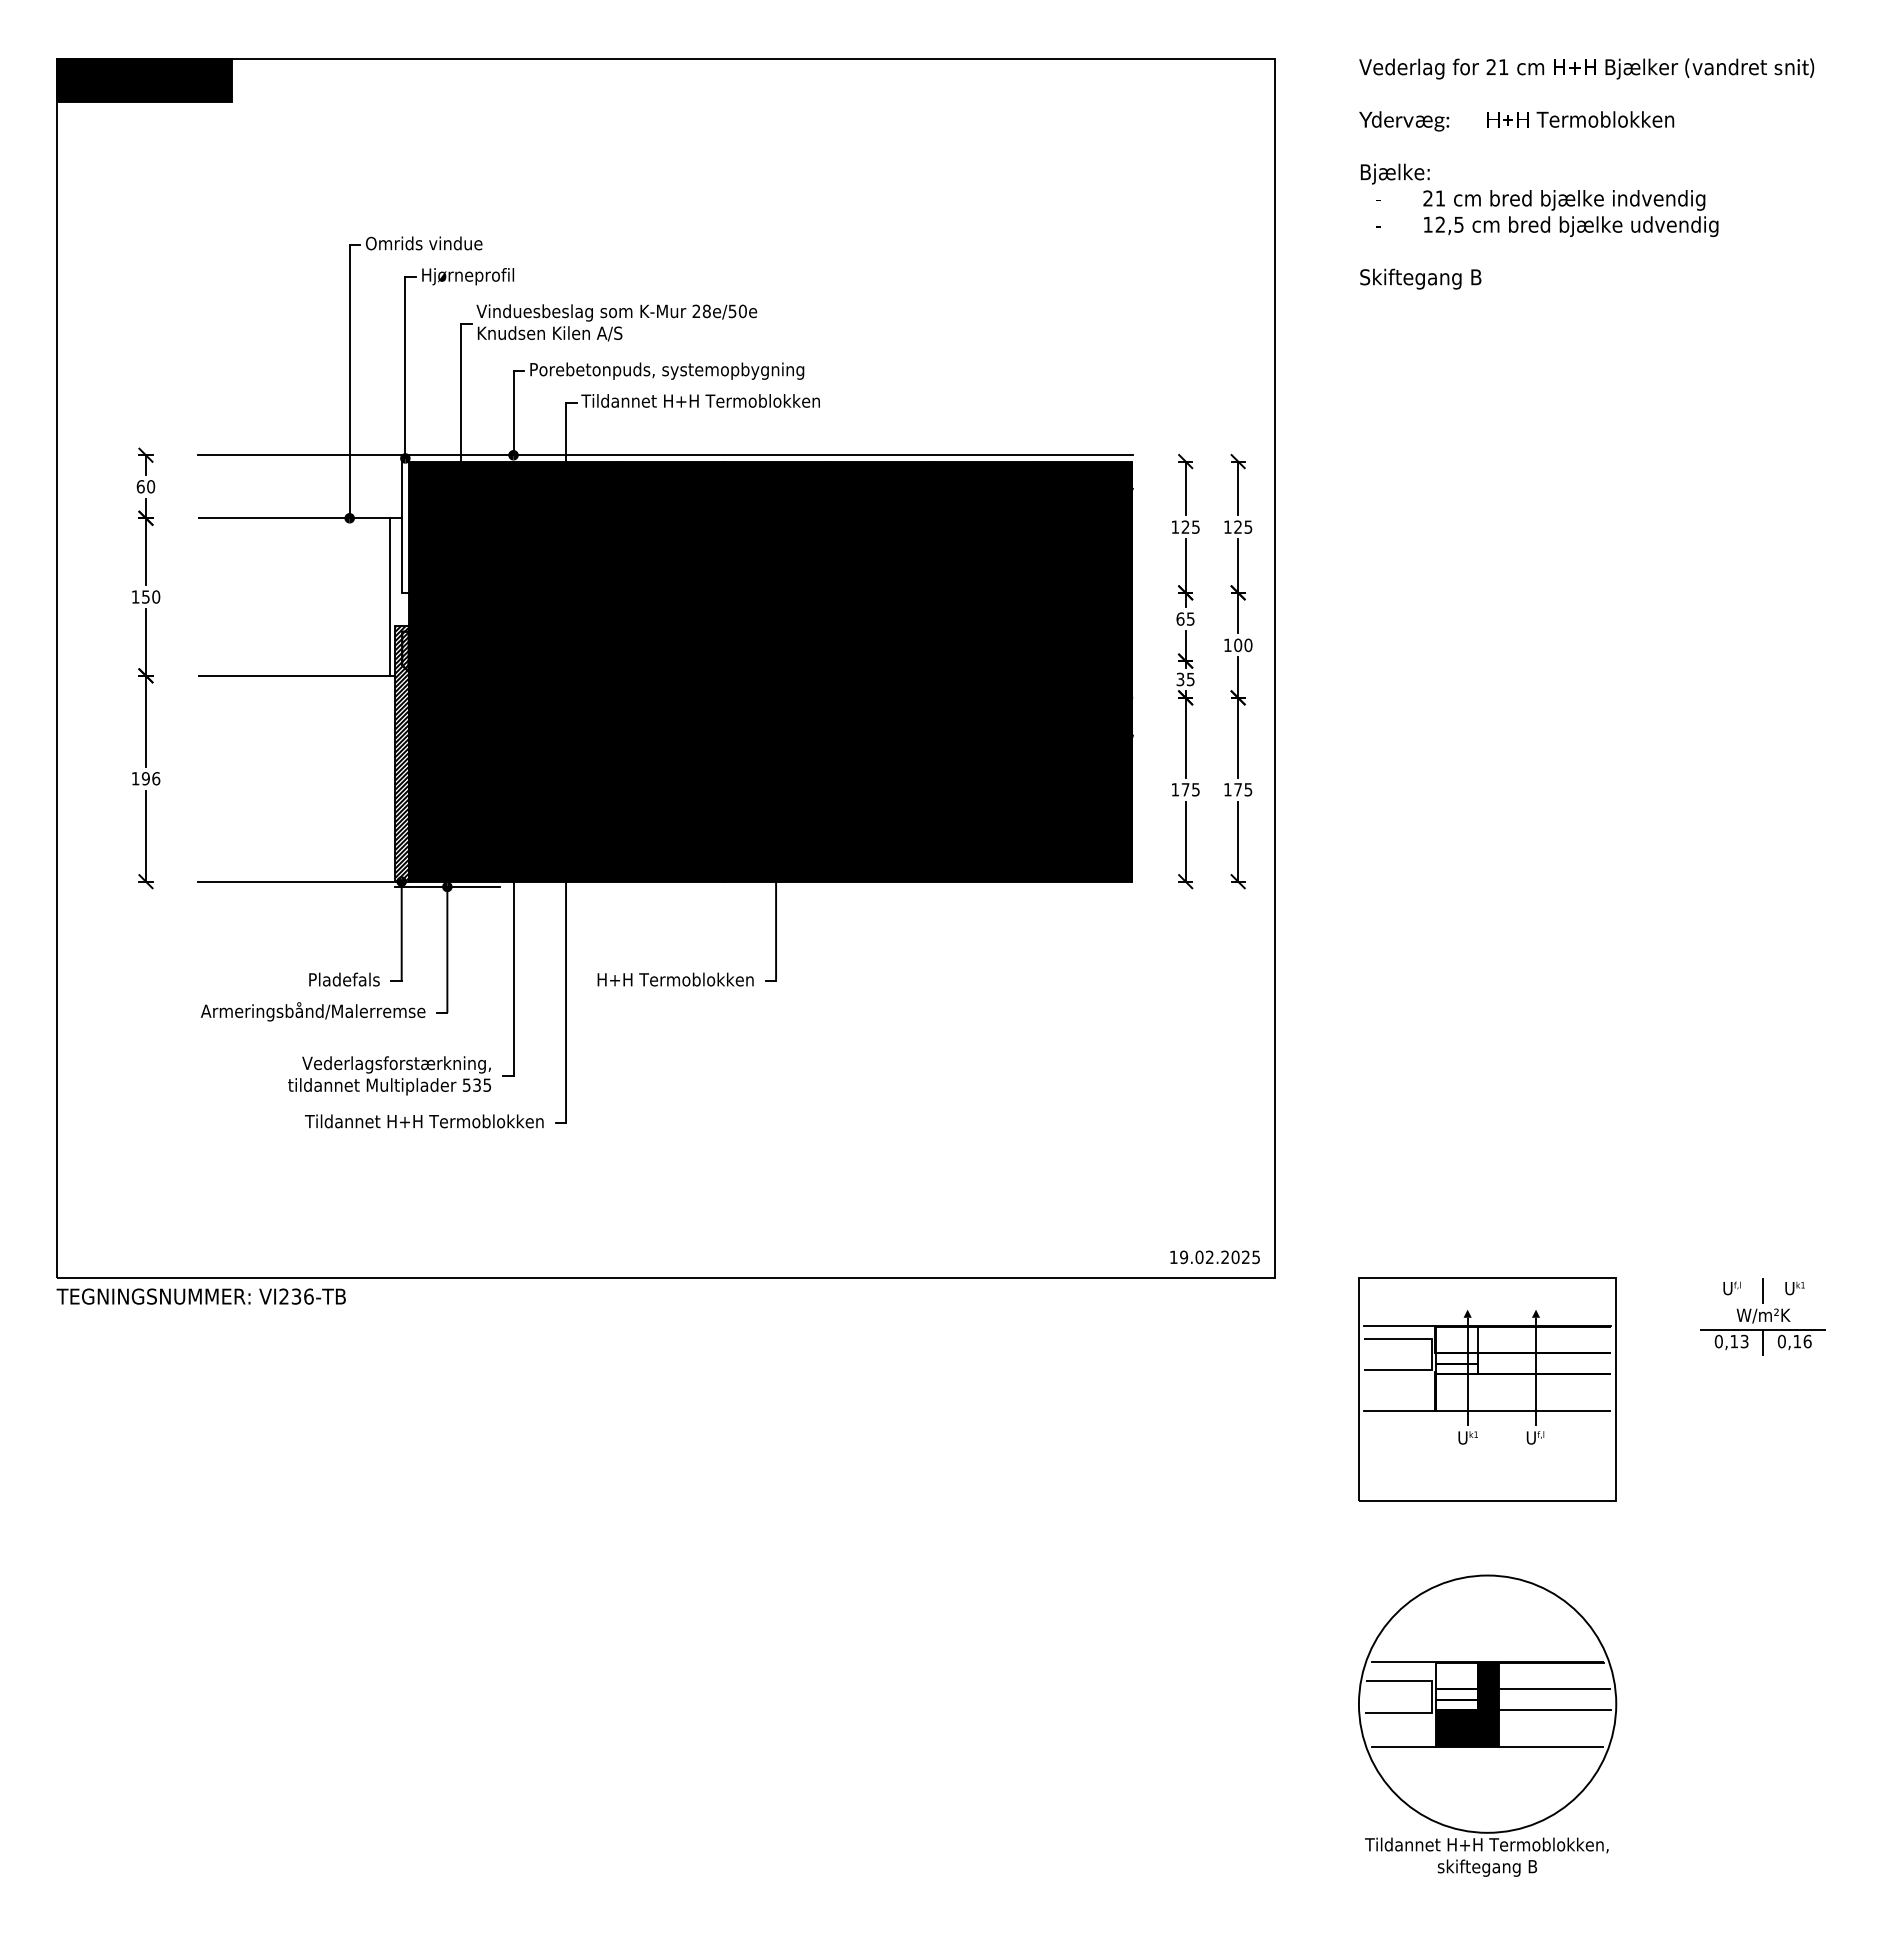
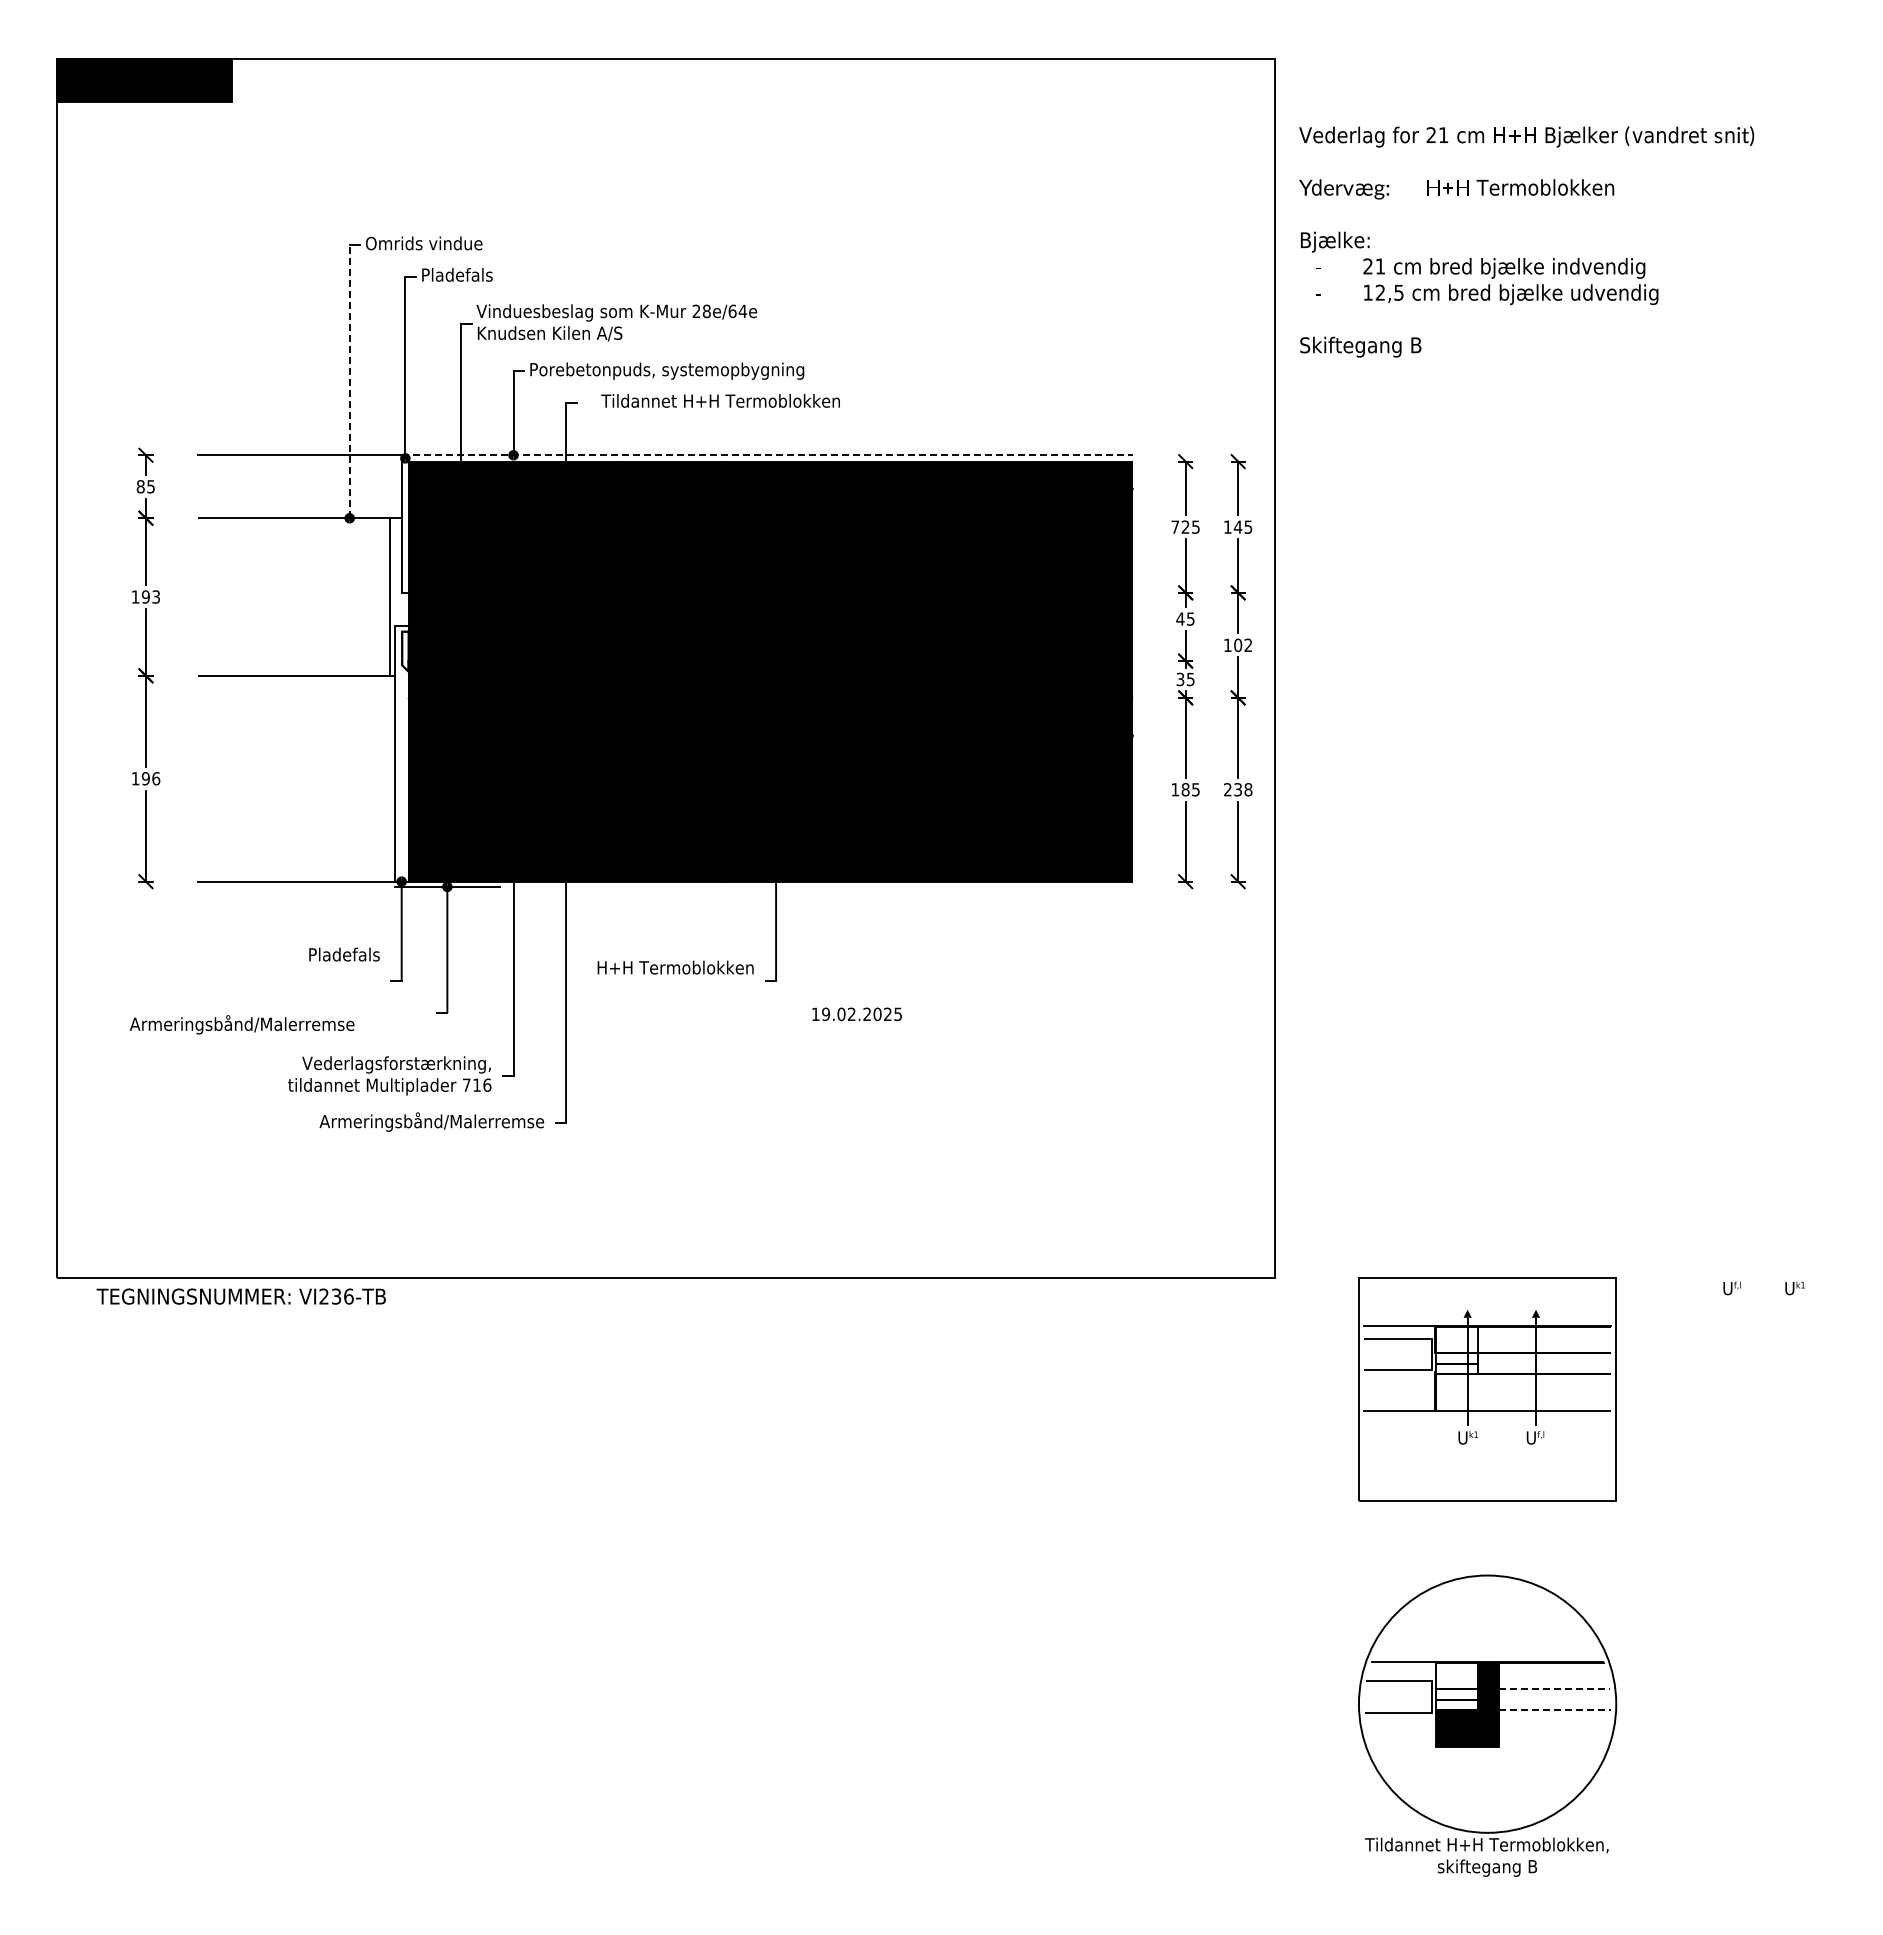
text at (1586, 173) position: (1586, 173) -> (1526, 241)
text at (468, 276): Hjørneprofil -> Pladefals
text at (737, 311): 28e/50e -> 28e/64e
line at (349, 381): solid -> dashed
text at (700, 400) position: (700, 400) -> (720, 400)
line at (768, 455): solid -> dashed
text at (145, 486): 60 -> 85
text at (1174, 526): 125 -> 725
text at (1237, 526): 125 -> 145
text at (150, 596): 150 -> 193
text at (1180, 618): 65 -> 45
text at (1248, 645): 100 -> 102
hatch at (401, 753): present -> none
text at (1185, 789): 175 -> 185
text at (1238, 789): 175 -> 238
text at (344, 979) position: (344, 979) -> (344, 954)
text at (675, 979) position: (675, 979) -> (675, 967)
text at (313, 1011) position: (313, 1011) -> (242, 1024)
text at (476, 1084): 535 -> 716
text at (424, 1121): Tildannet H+H Termoblokken -> Armeringsbånd/Malerremse
text at (1214, 1257) position: (1214, 1257) -> (856, 1014)
text at (200, 1296) position: (200, 1296) -> (240, 1296)
part at (1762, 1316): present -> none
line at (1555, 1689): solid -> dashed
line at (1555, 1710): solid -> dashed
line at (1403, 1746): present -> none
line at (1551, 1746): present -> none
